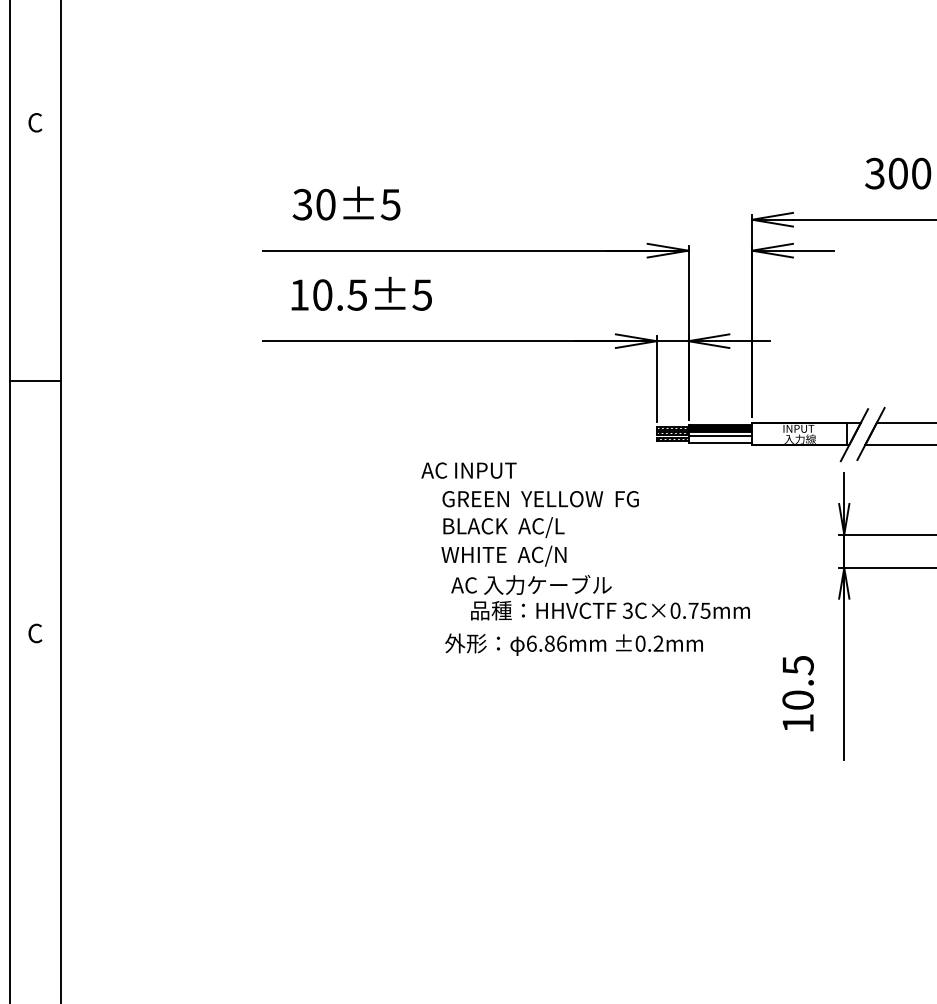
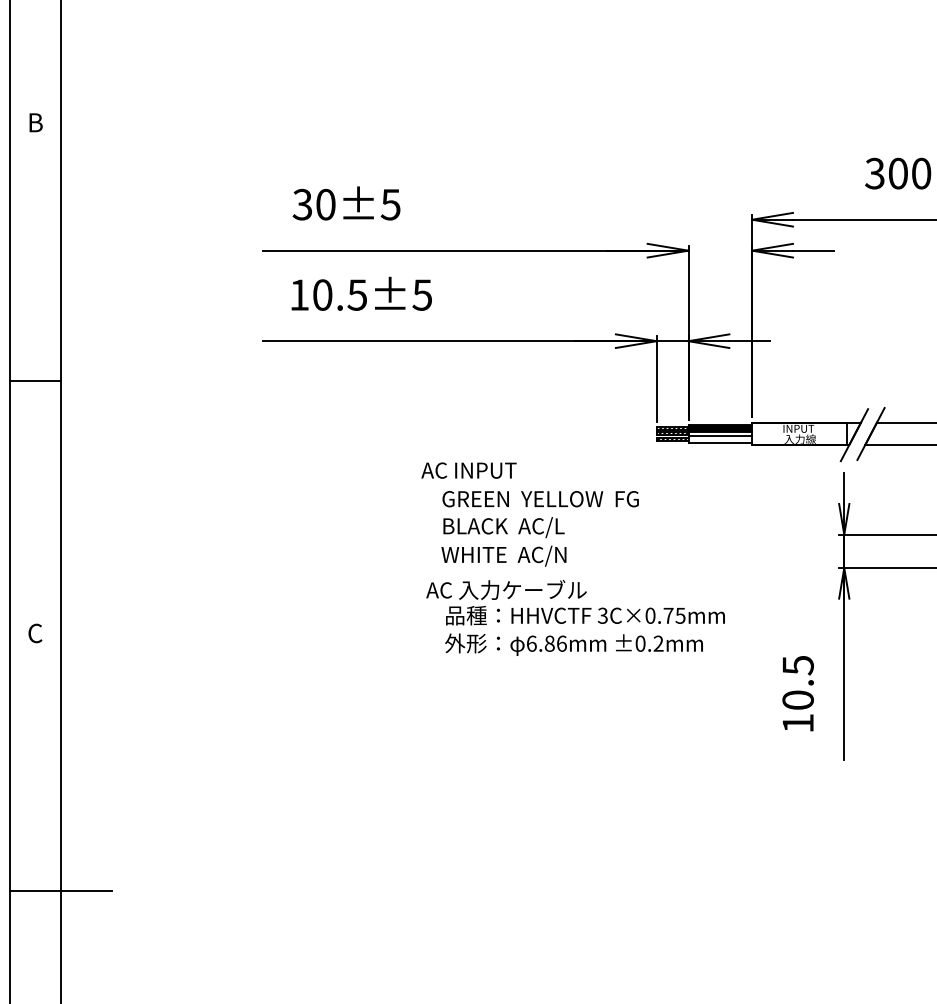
text at (35, 122): C -> B
text at (600, 597) position: (600, 597) -> (575, 602)
line at (60, 891): none -> present
